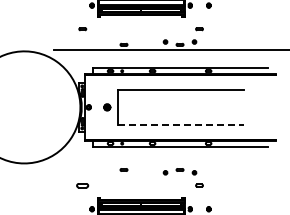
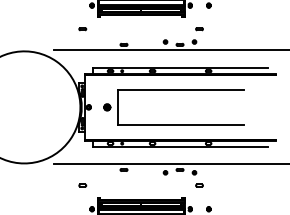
line at (181, 124): dashed -> solid
line at (169, 164): none -> present
part at (82, 185) size: 14x6 px -> 10x5 px
